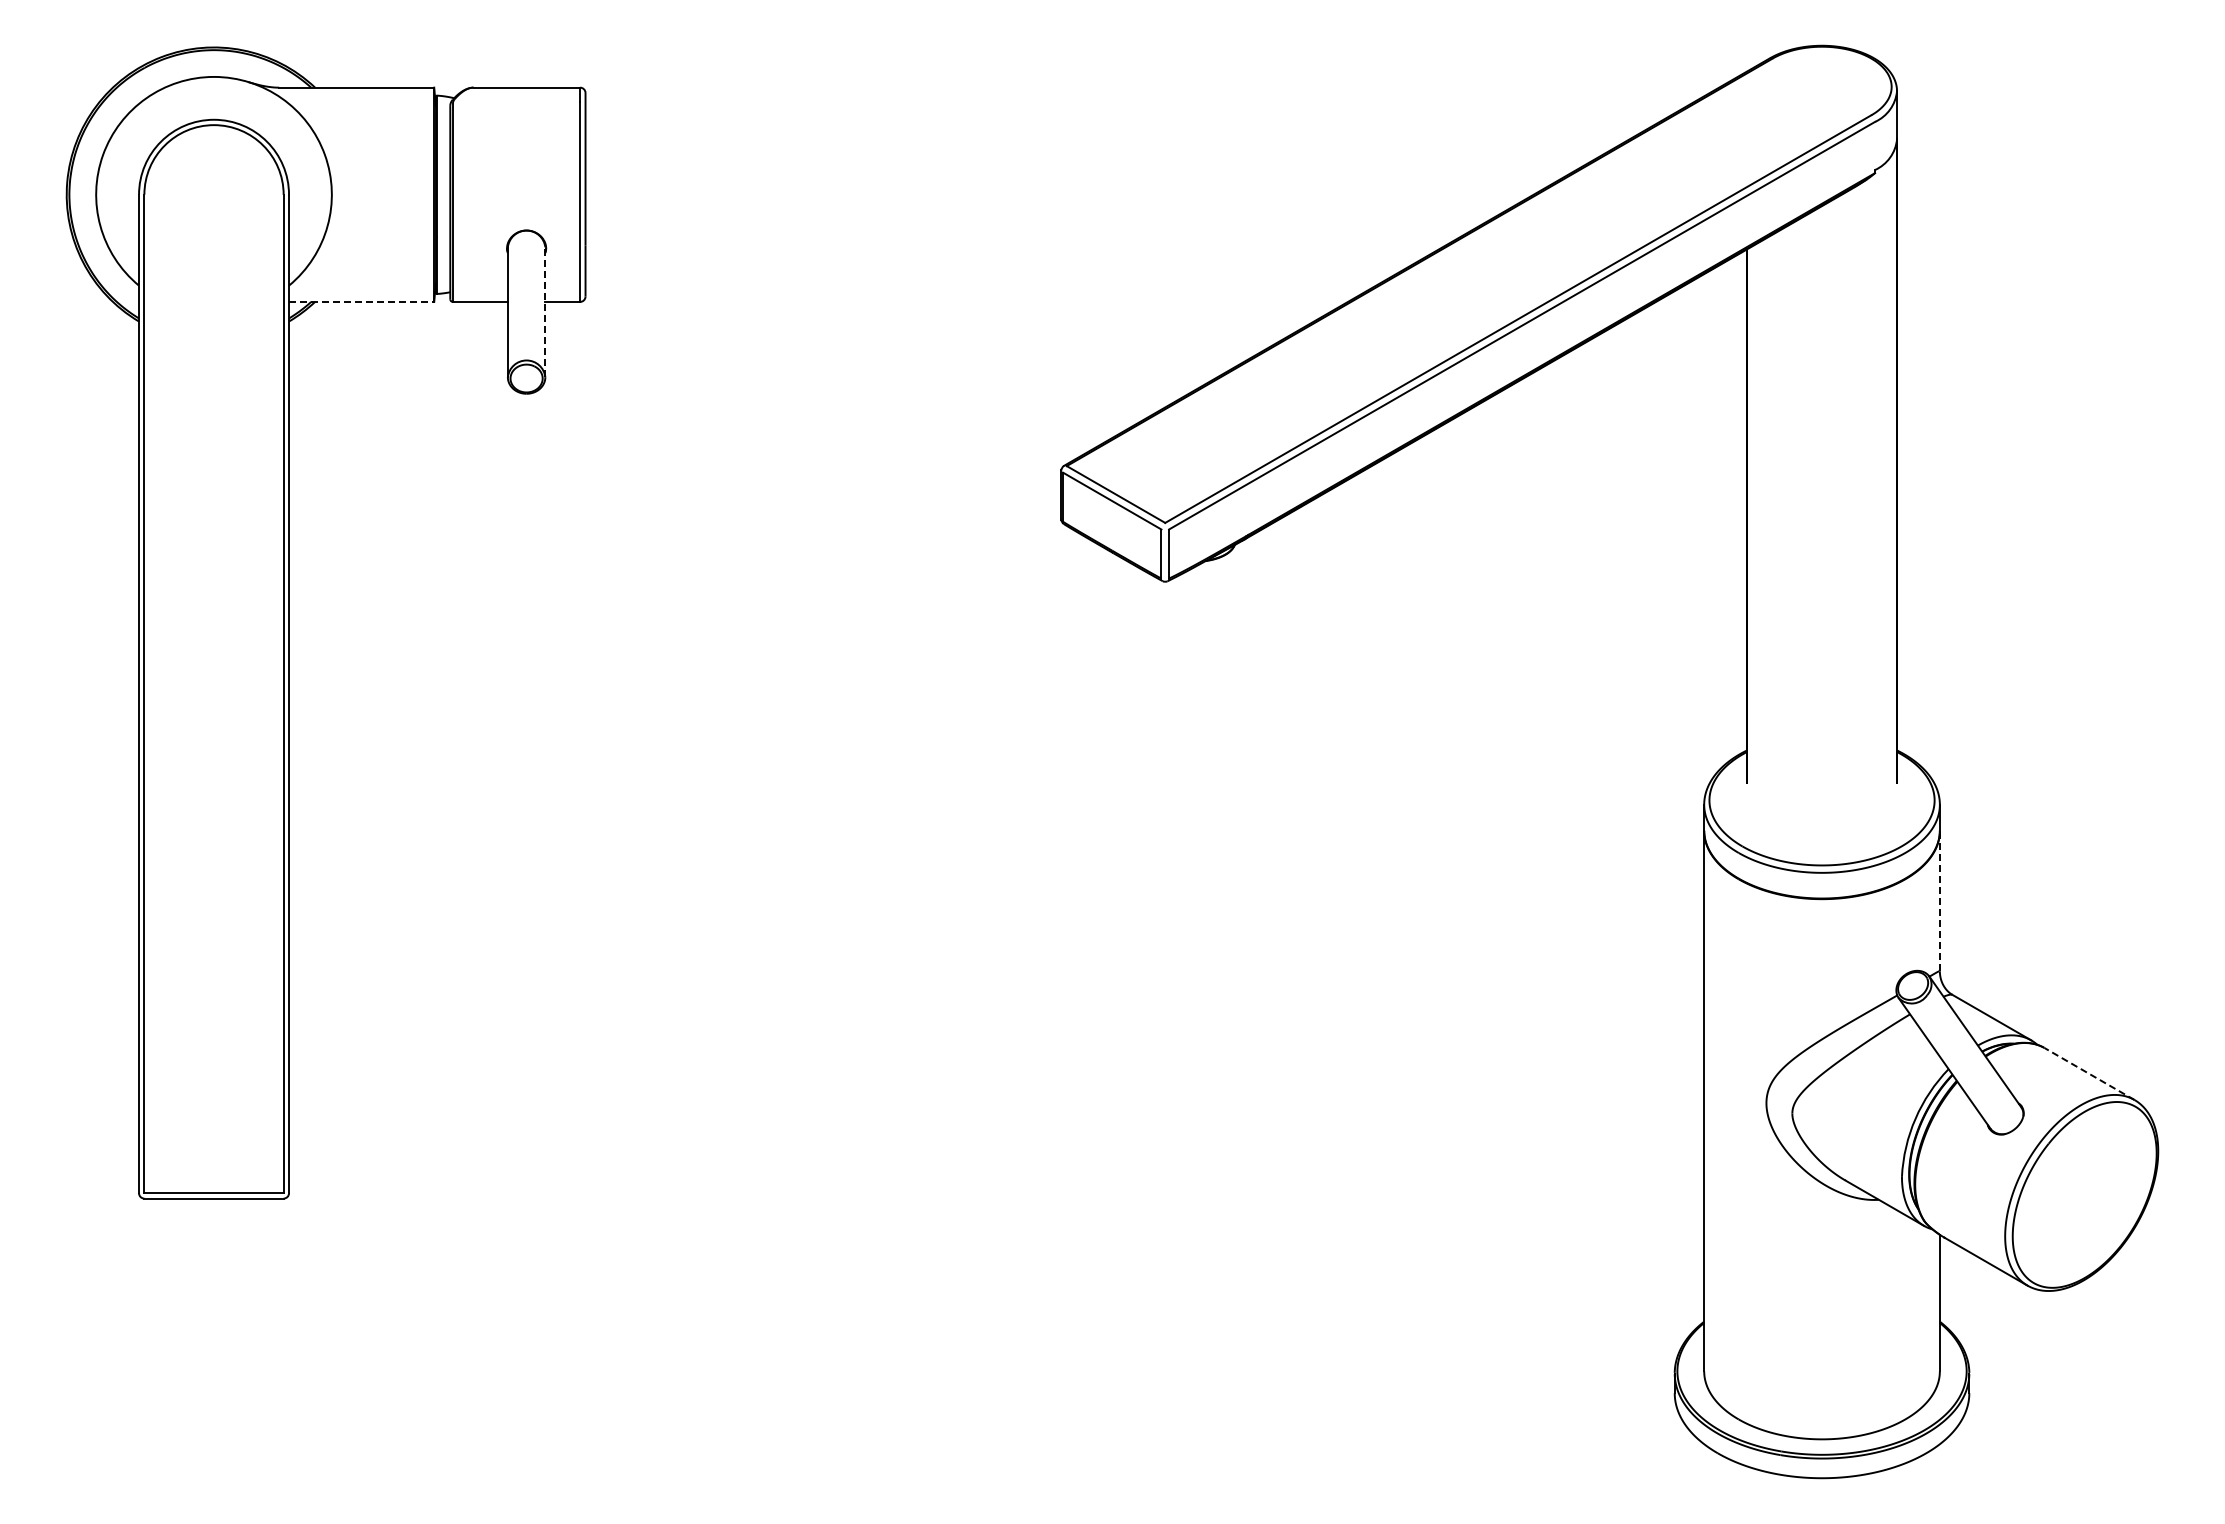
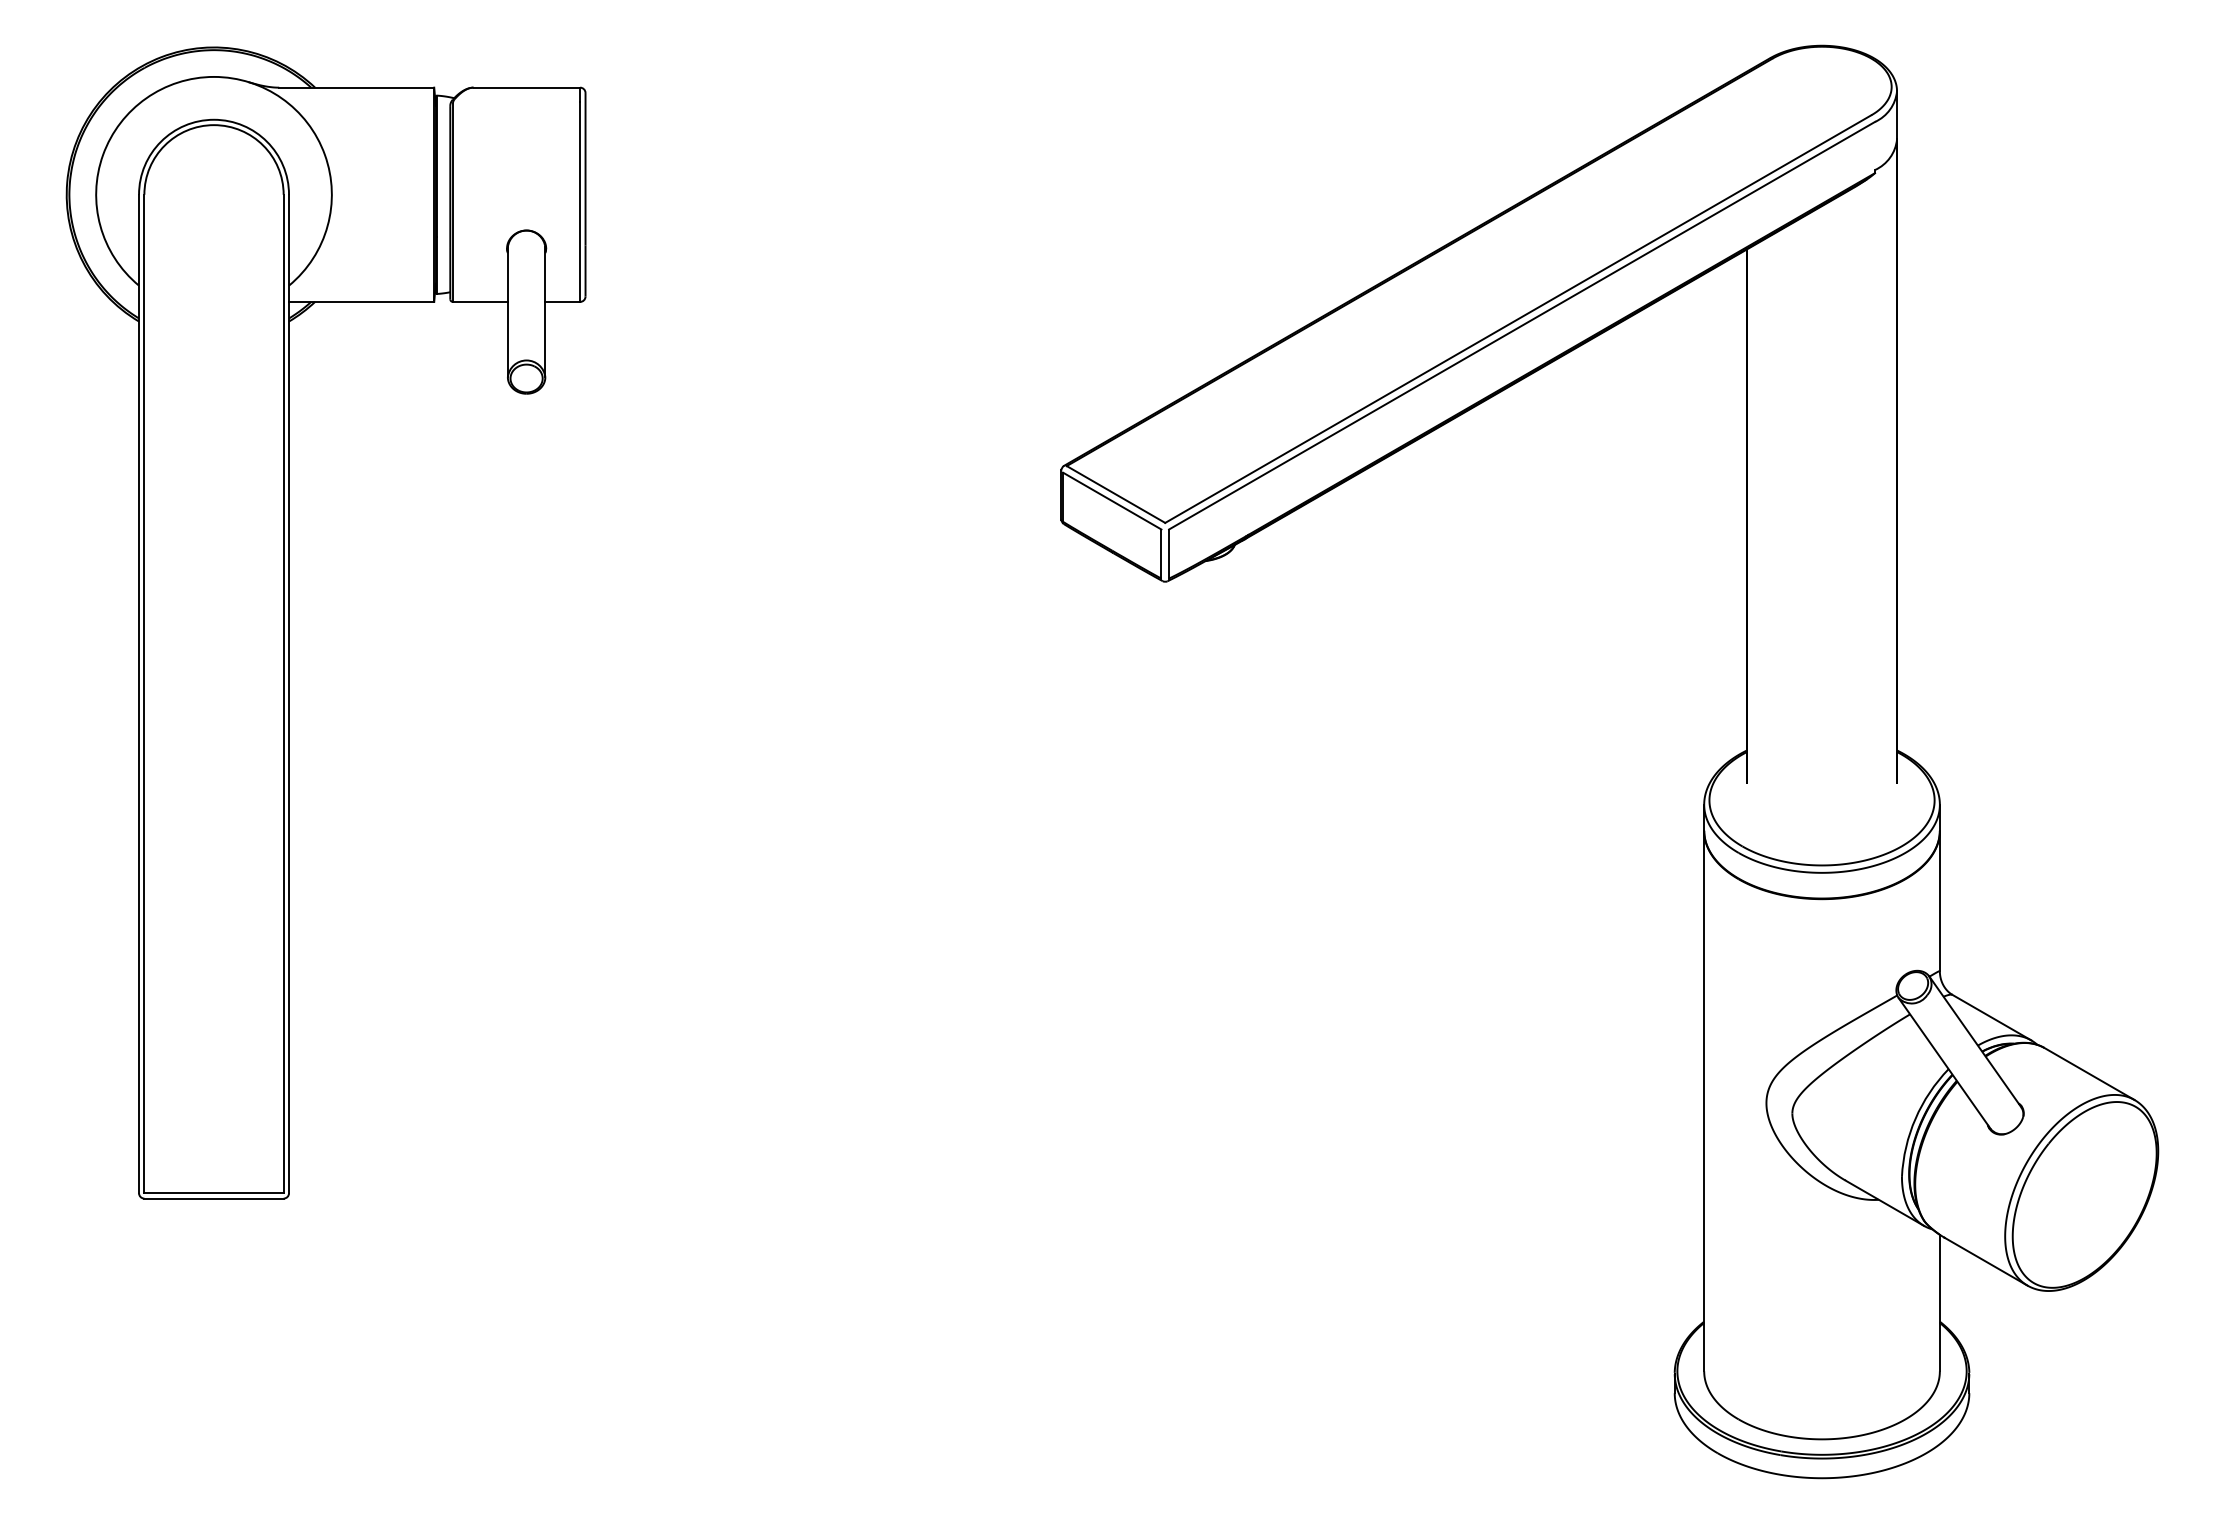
line at (361, 301): dashed -> solid
line at (545, 312): dashed -> solid
line at (1939, 900): dashed -> solid
line at (2089, 1073): dashed -> solid
